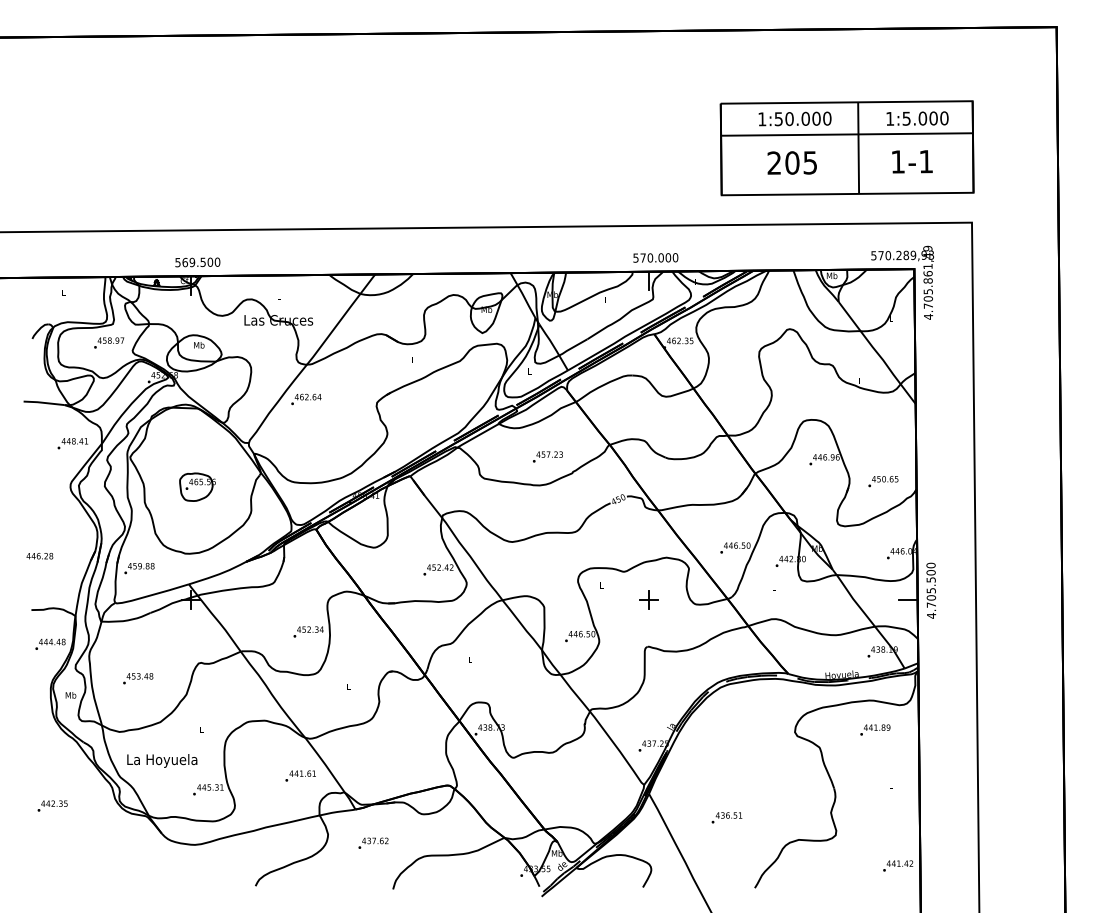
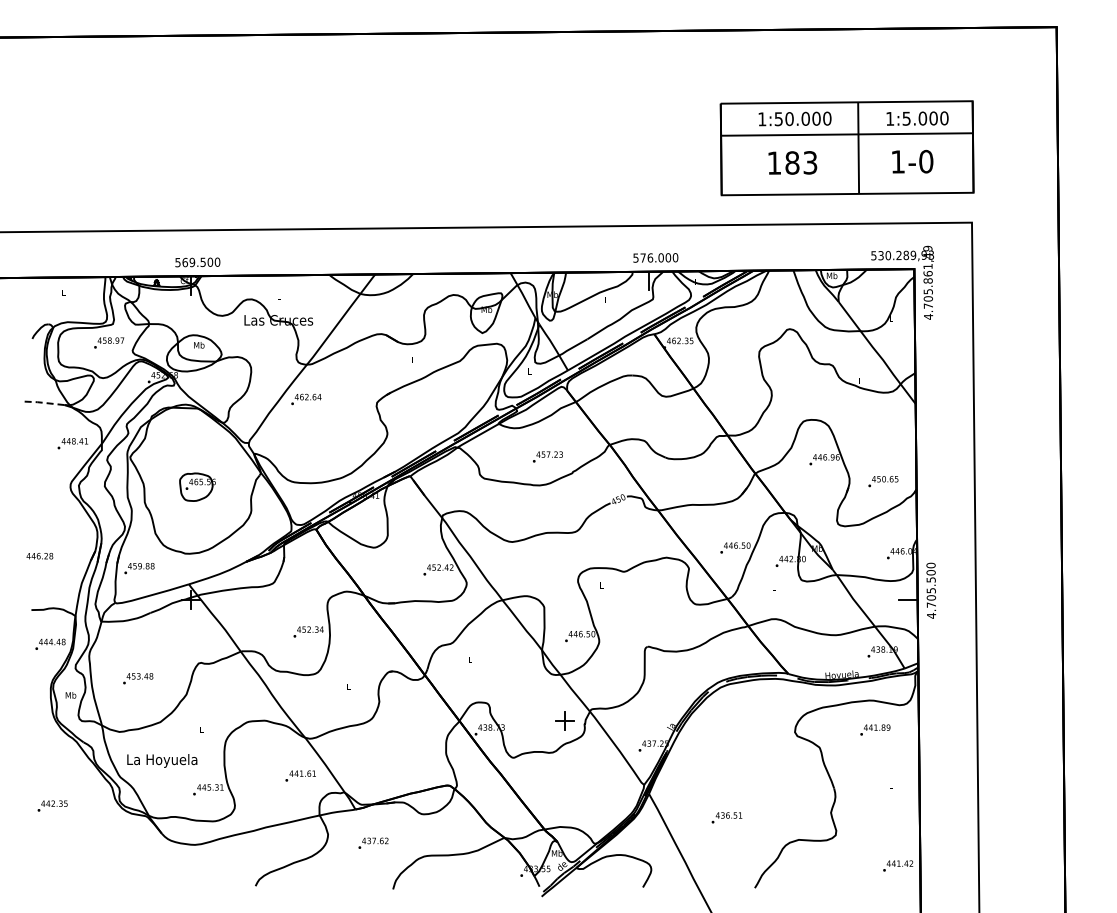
text at (926, 161): 1-1 -> 1-0
text at (792, 162): 205 -> 183
text at (880, 255): 570.289,93 -> 530.289,93
text at (650, 257): 570.000 -> 576.000
line at (43, 402): solid -> dashed
part at (648, 599) position: (648, 599) -> (564, 720)
